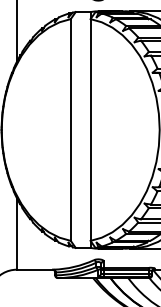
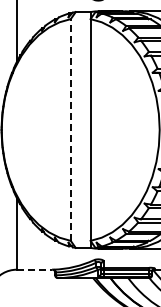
line at (70, 130): solid -> dashed
line at (34, 269): solid -> dashed
